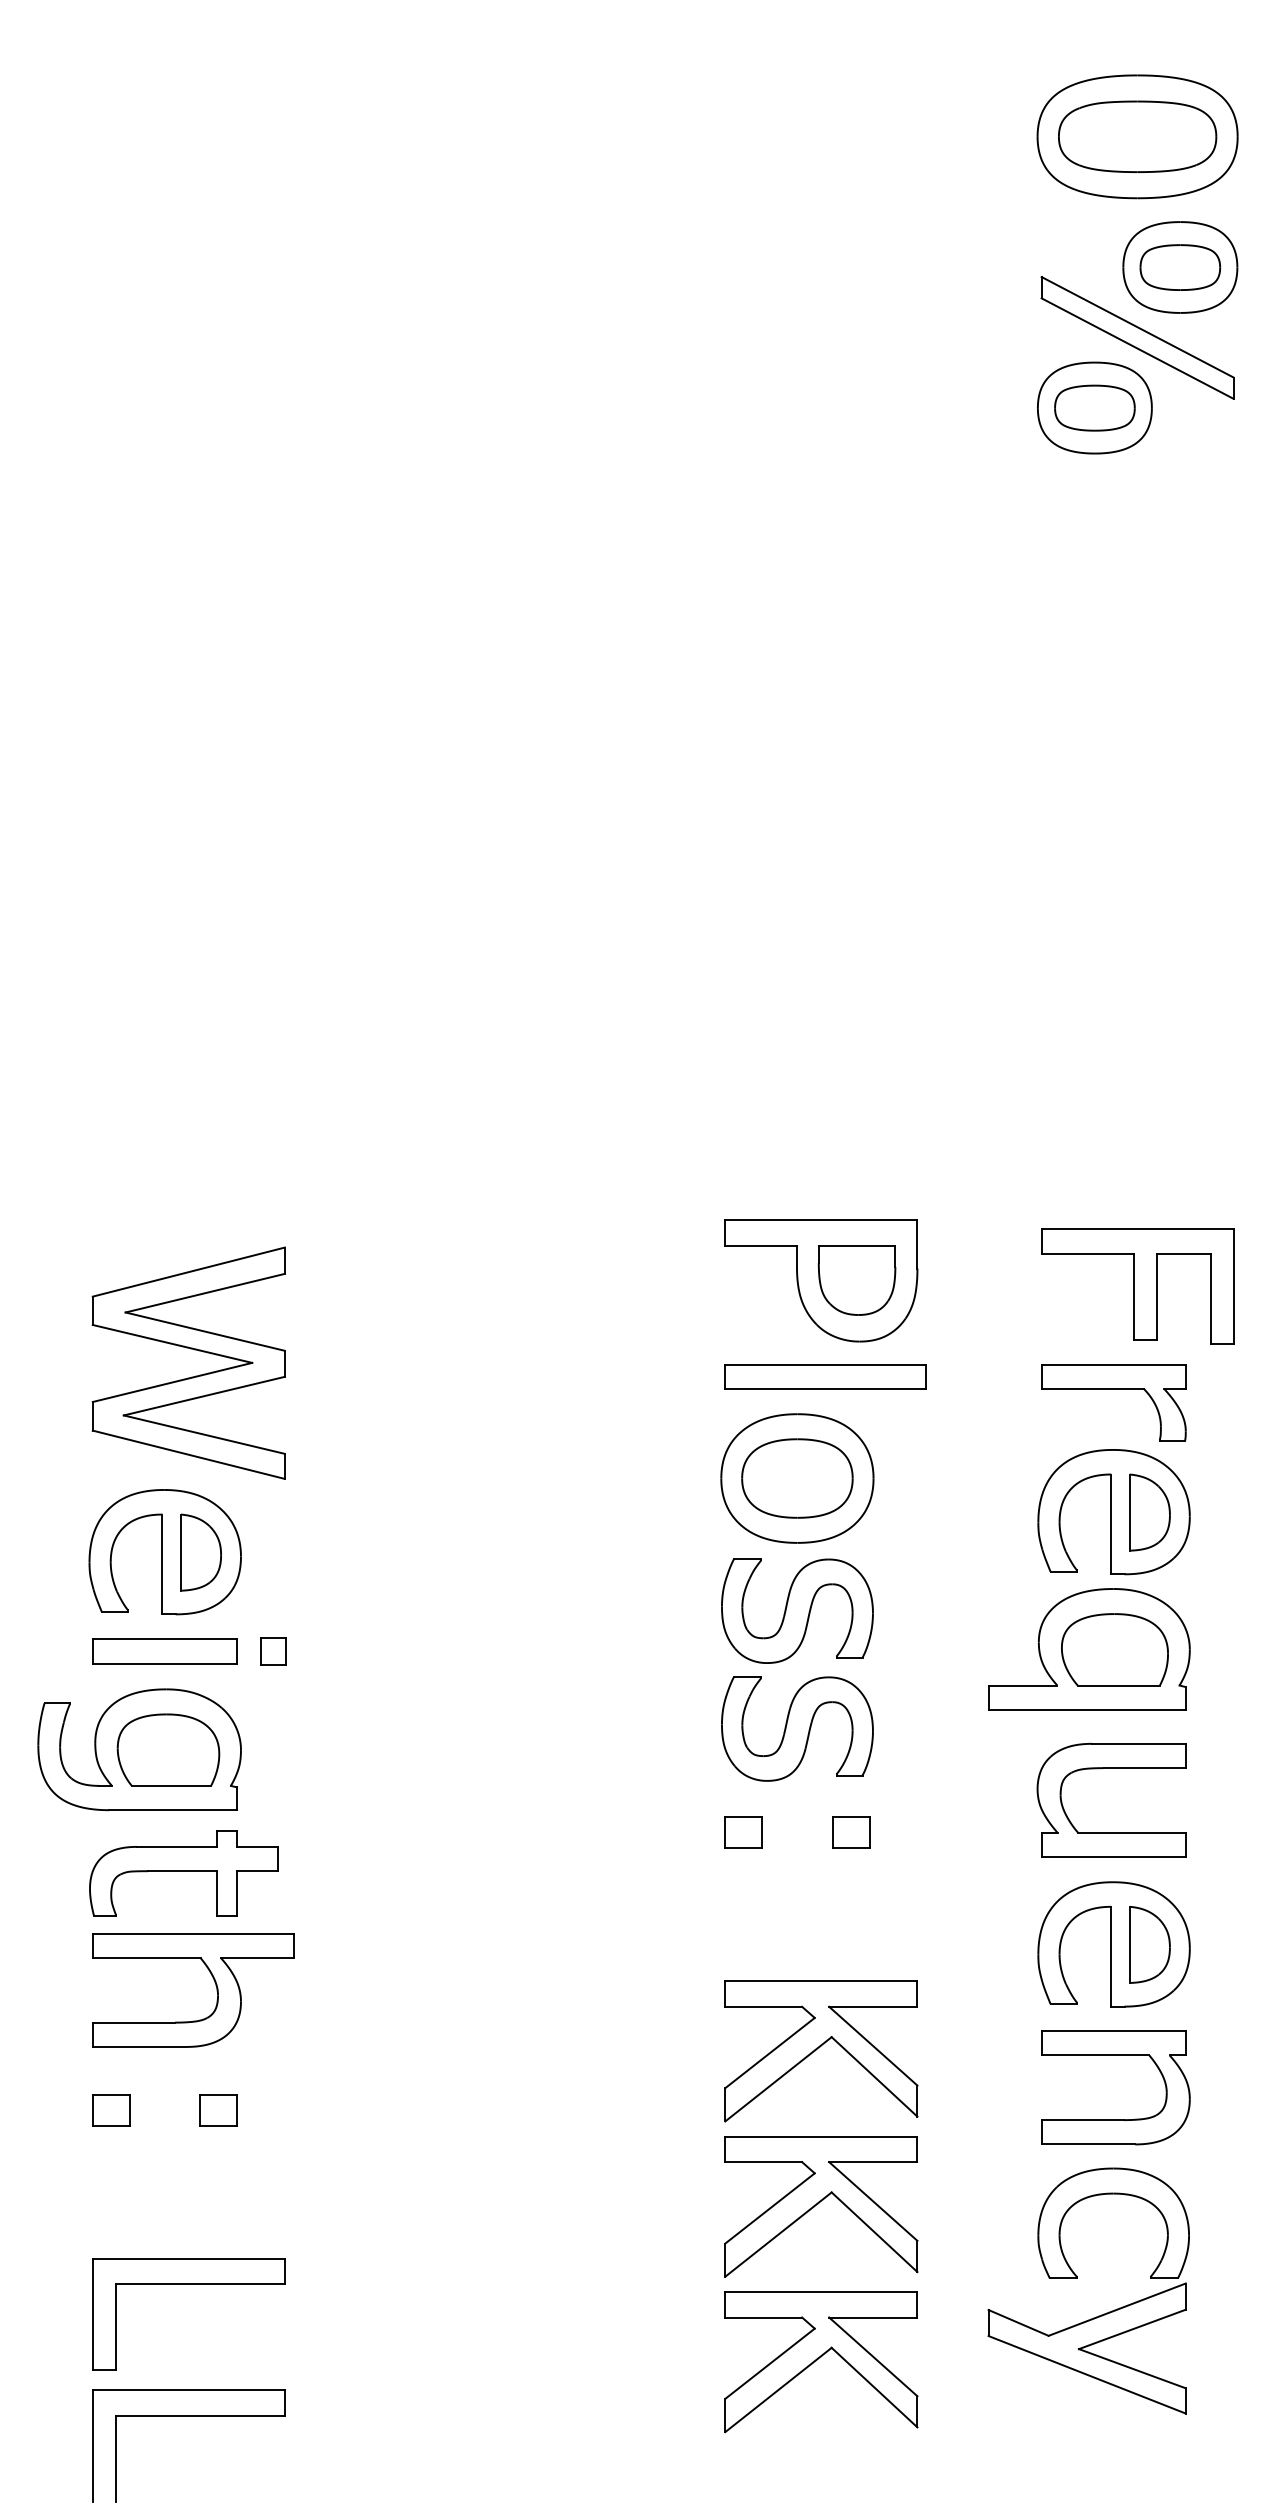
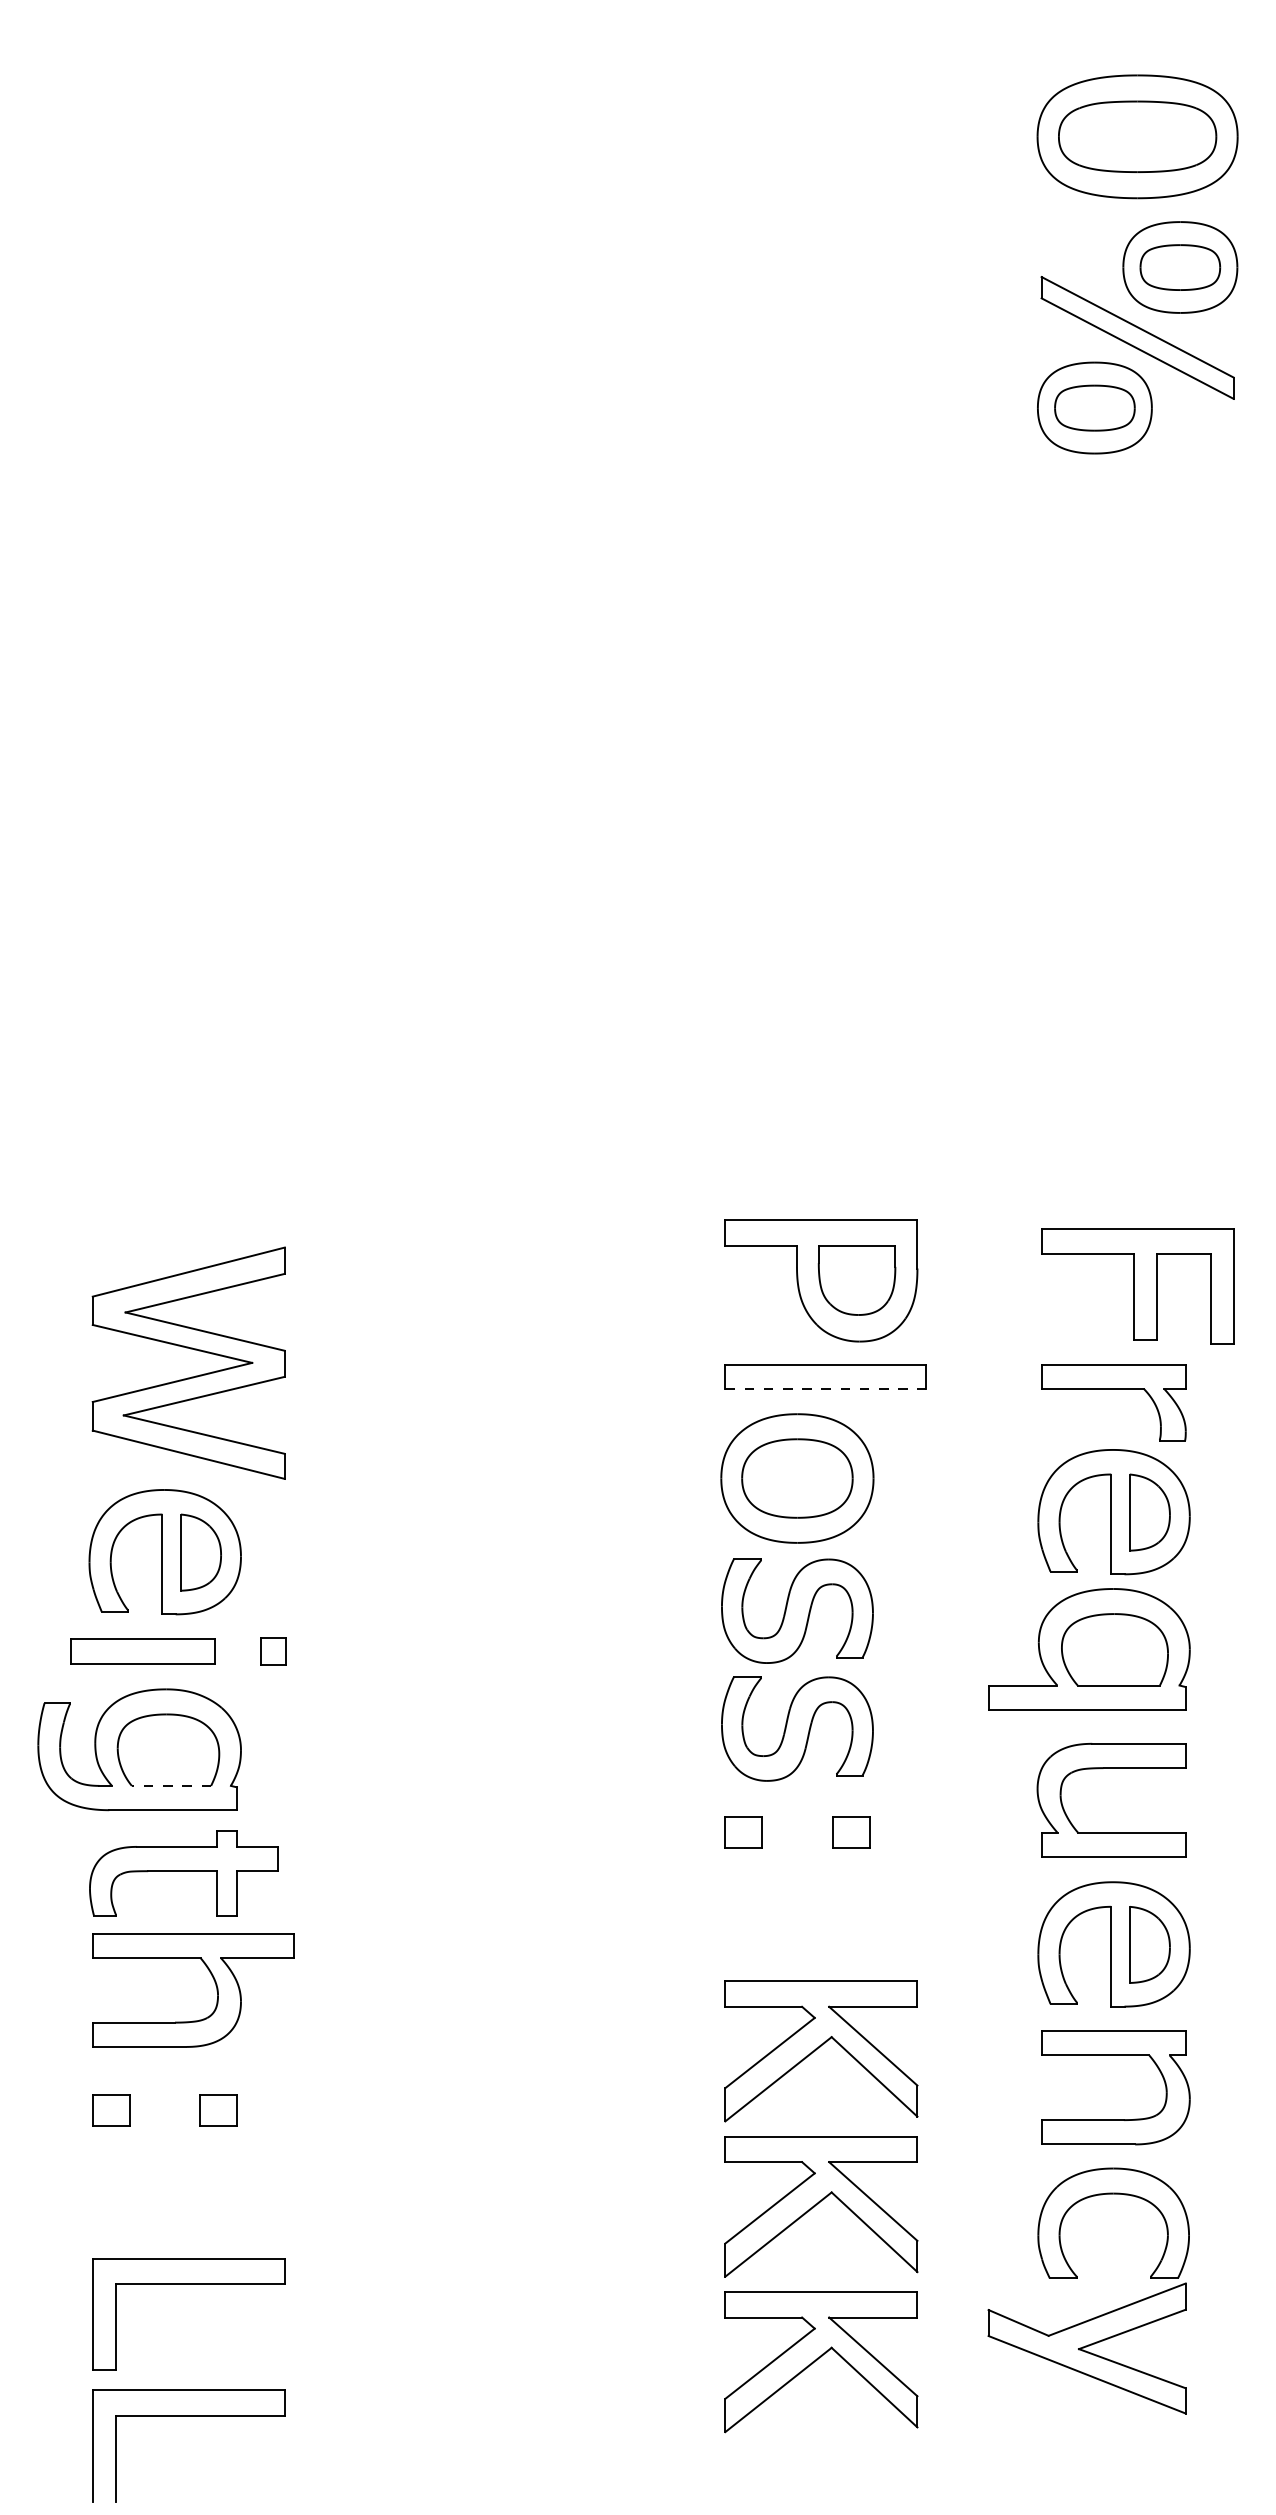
line at (826, 1388): solid -> dashed
part at (164, 1651) position: (164, 1651) -> (142, 1651)
line at (171, 1785): solid -> dashed
